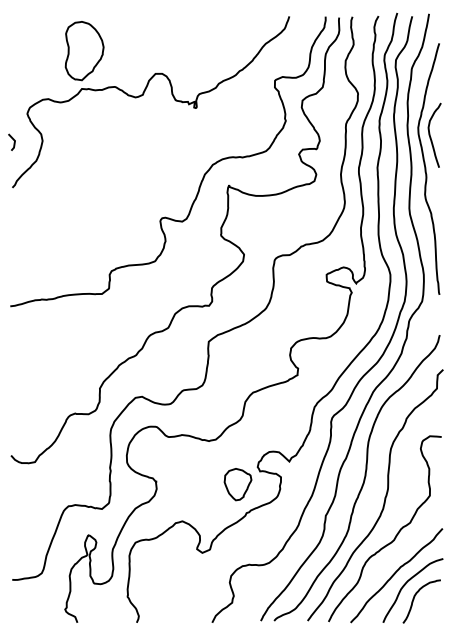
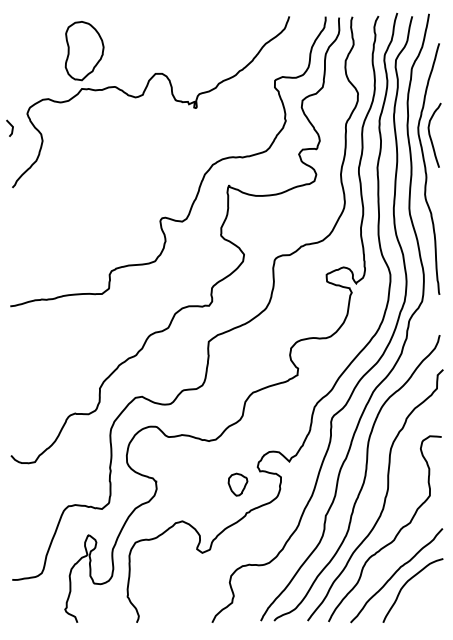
line at (12, 139) position: (12, 139) -> (10, 125)
part at (237, 484) size: 30x34 px -> 22x25 px
curve at (414, 599): present -> none
